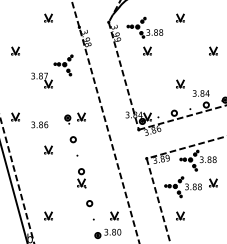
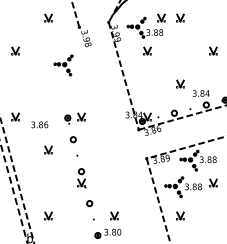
part at (161, 17): none -> present
part at (41, 80): present -> none
line at (108, 133): present -> none
line at (13, 192): solid -> dashed
